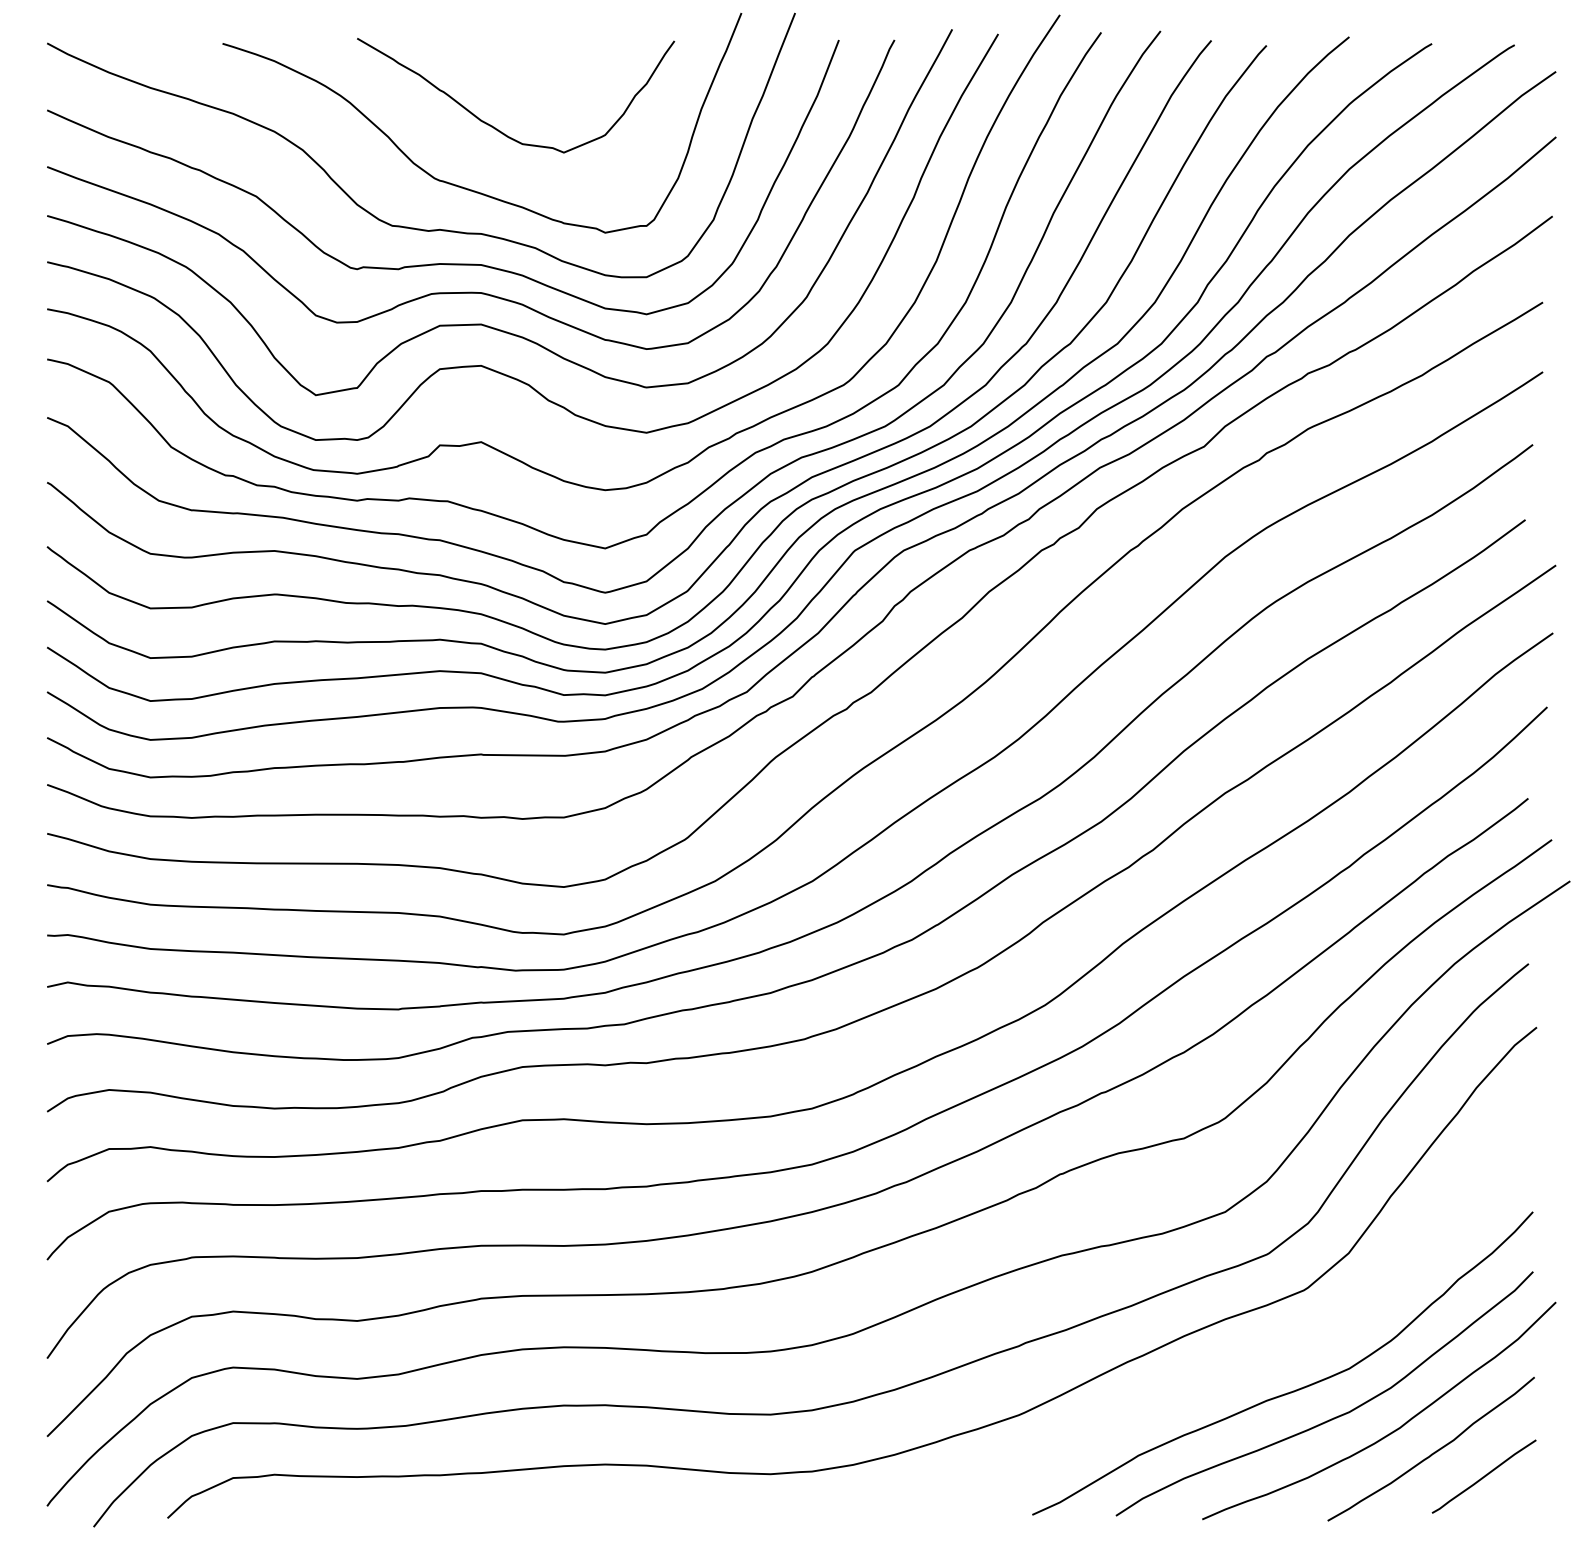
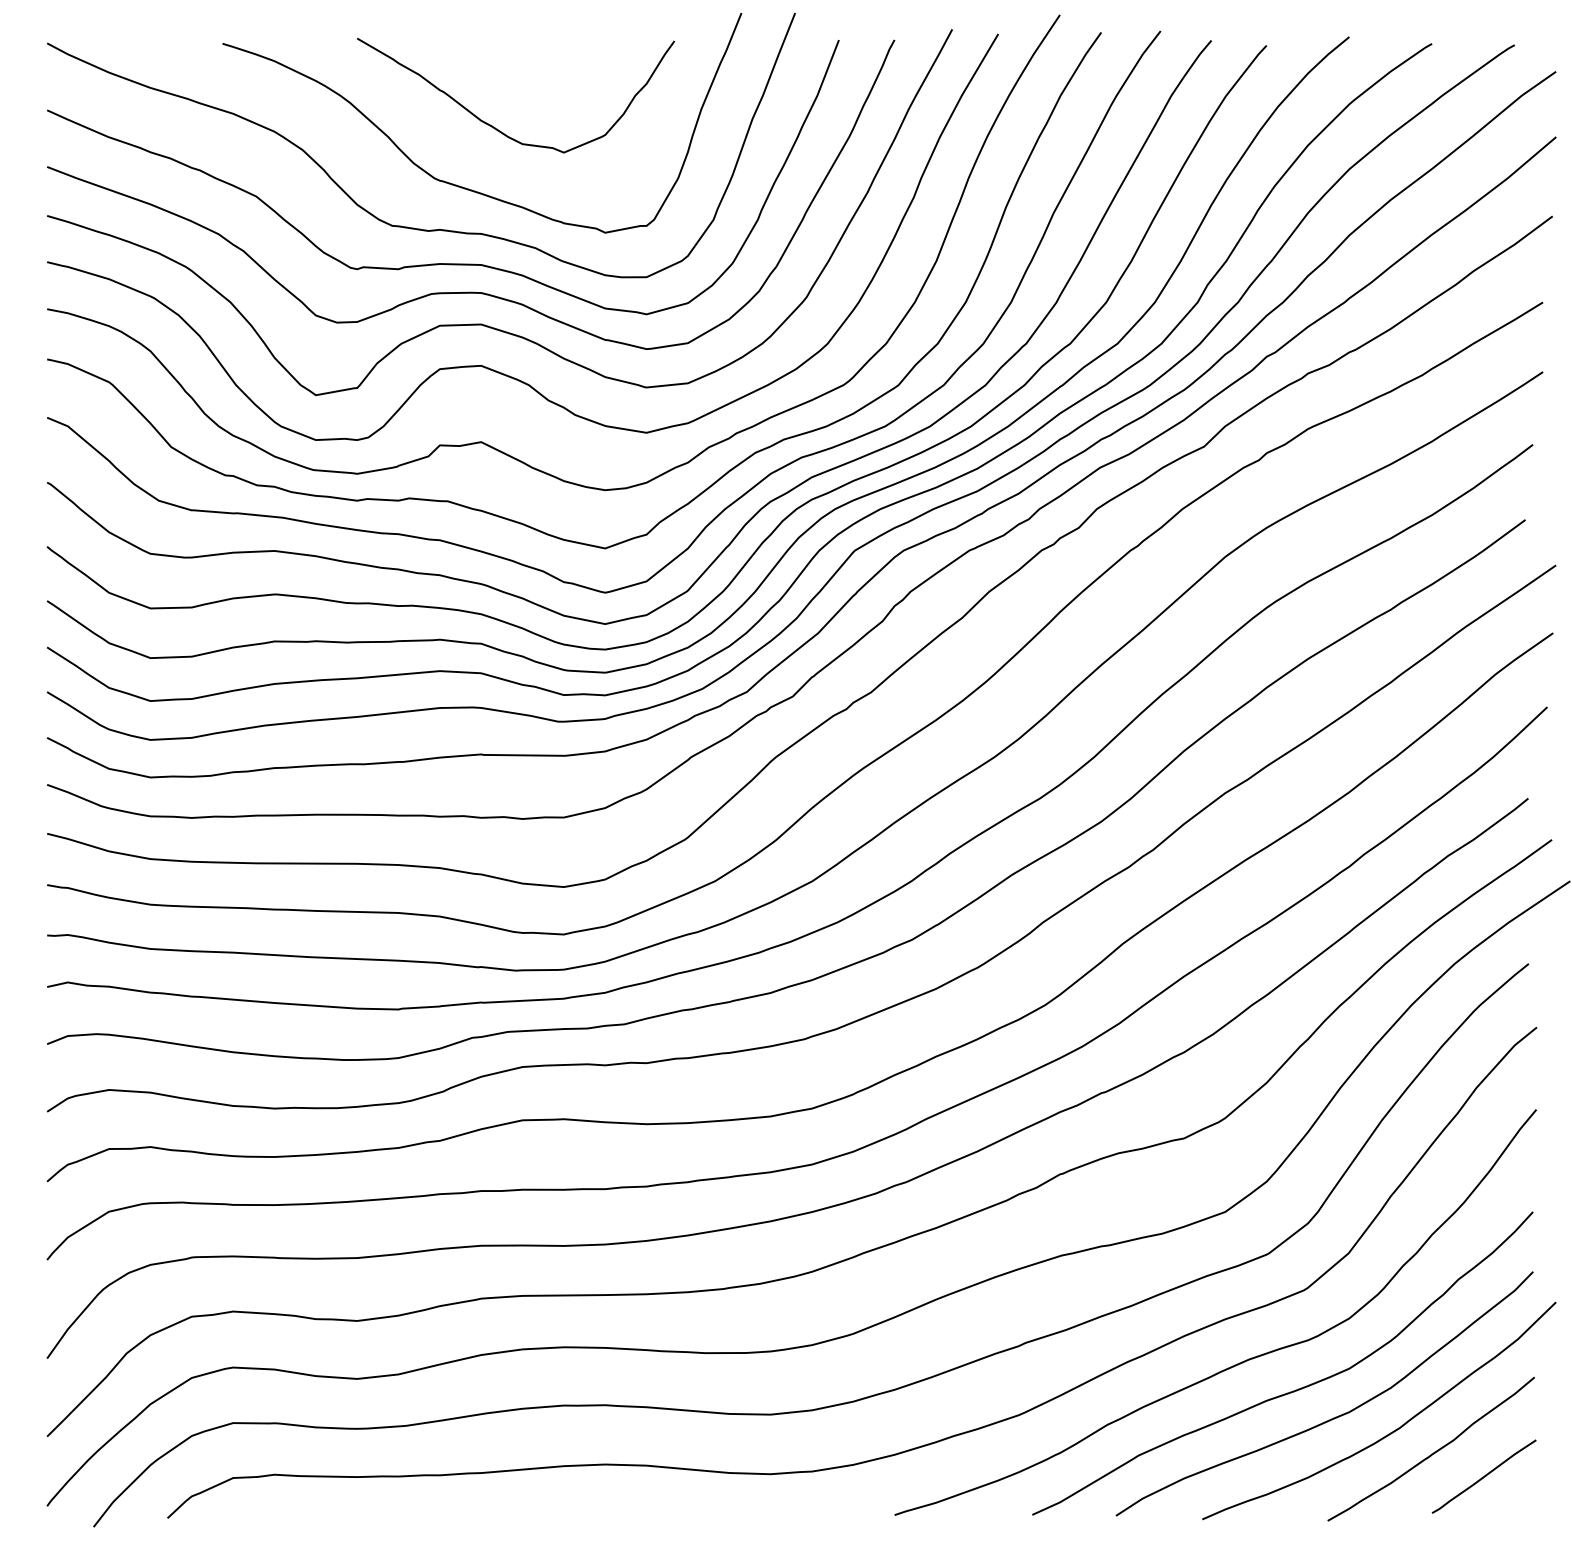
curve at (1239, 1362): none -> present
